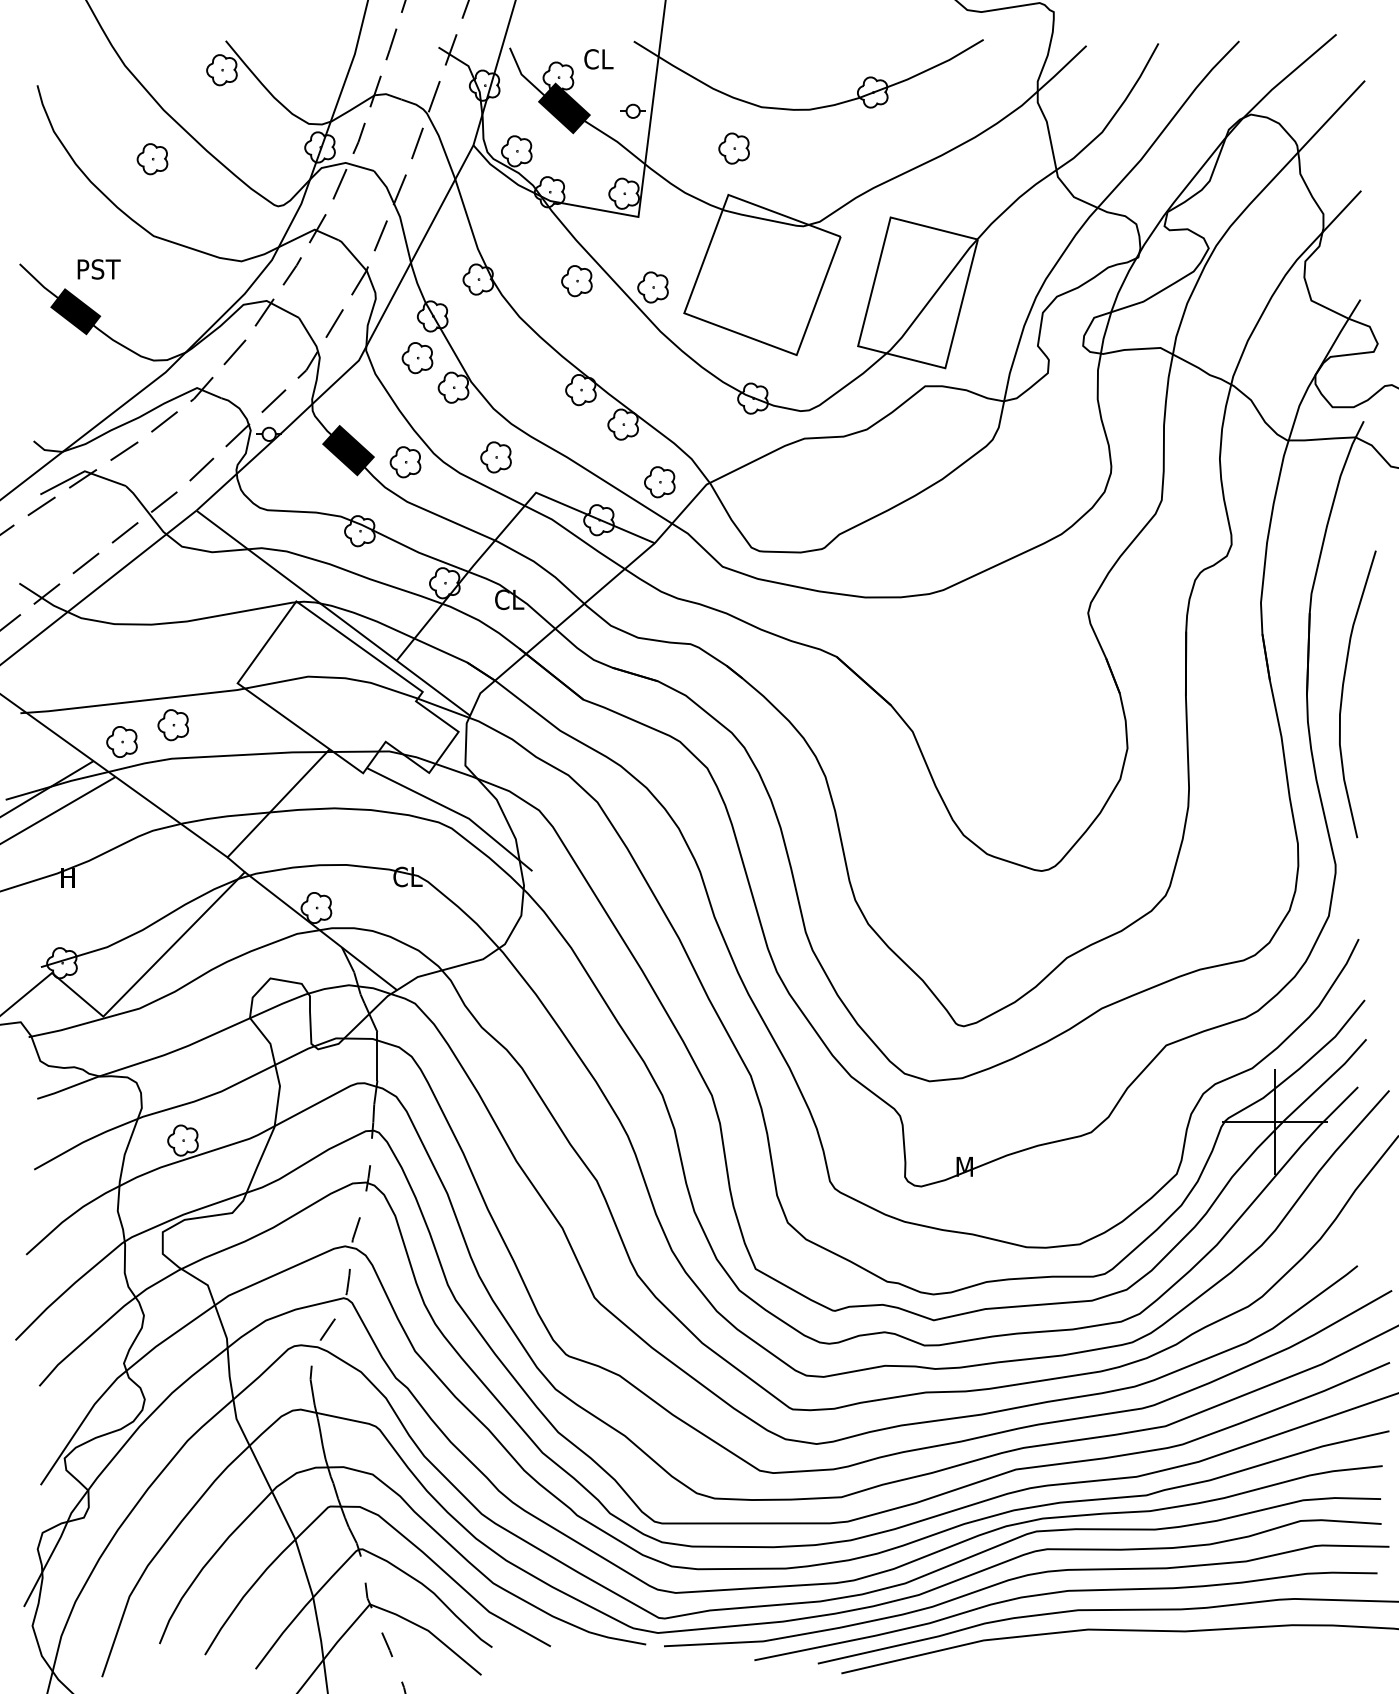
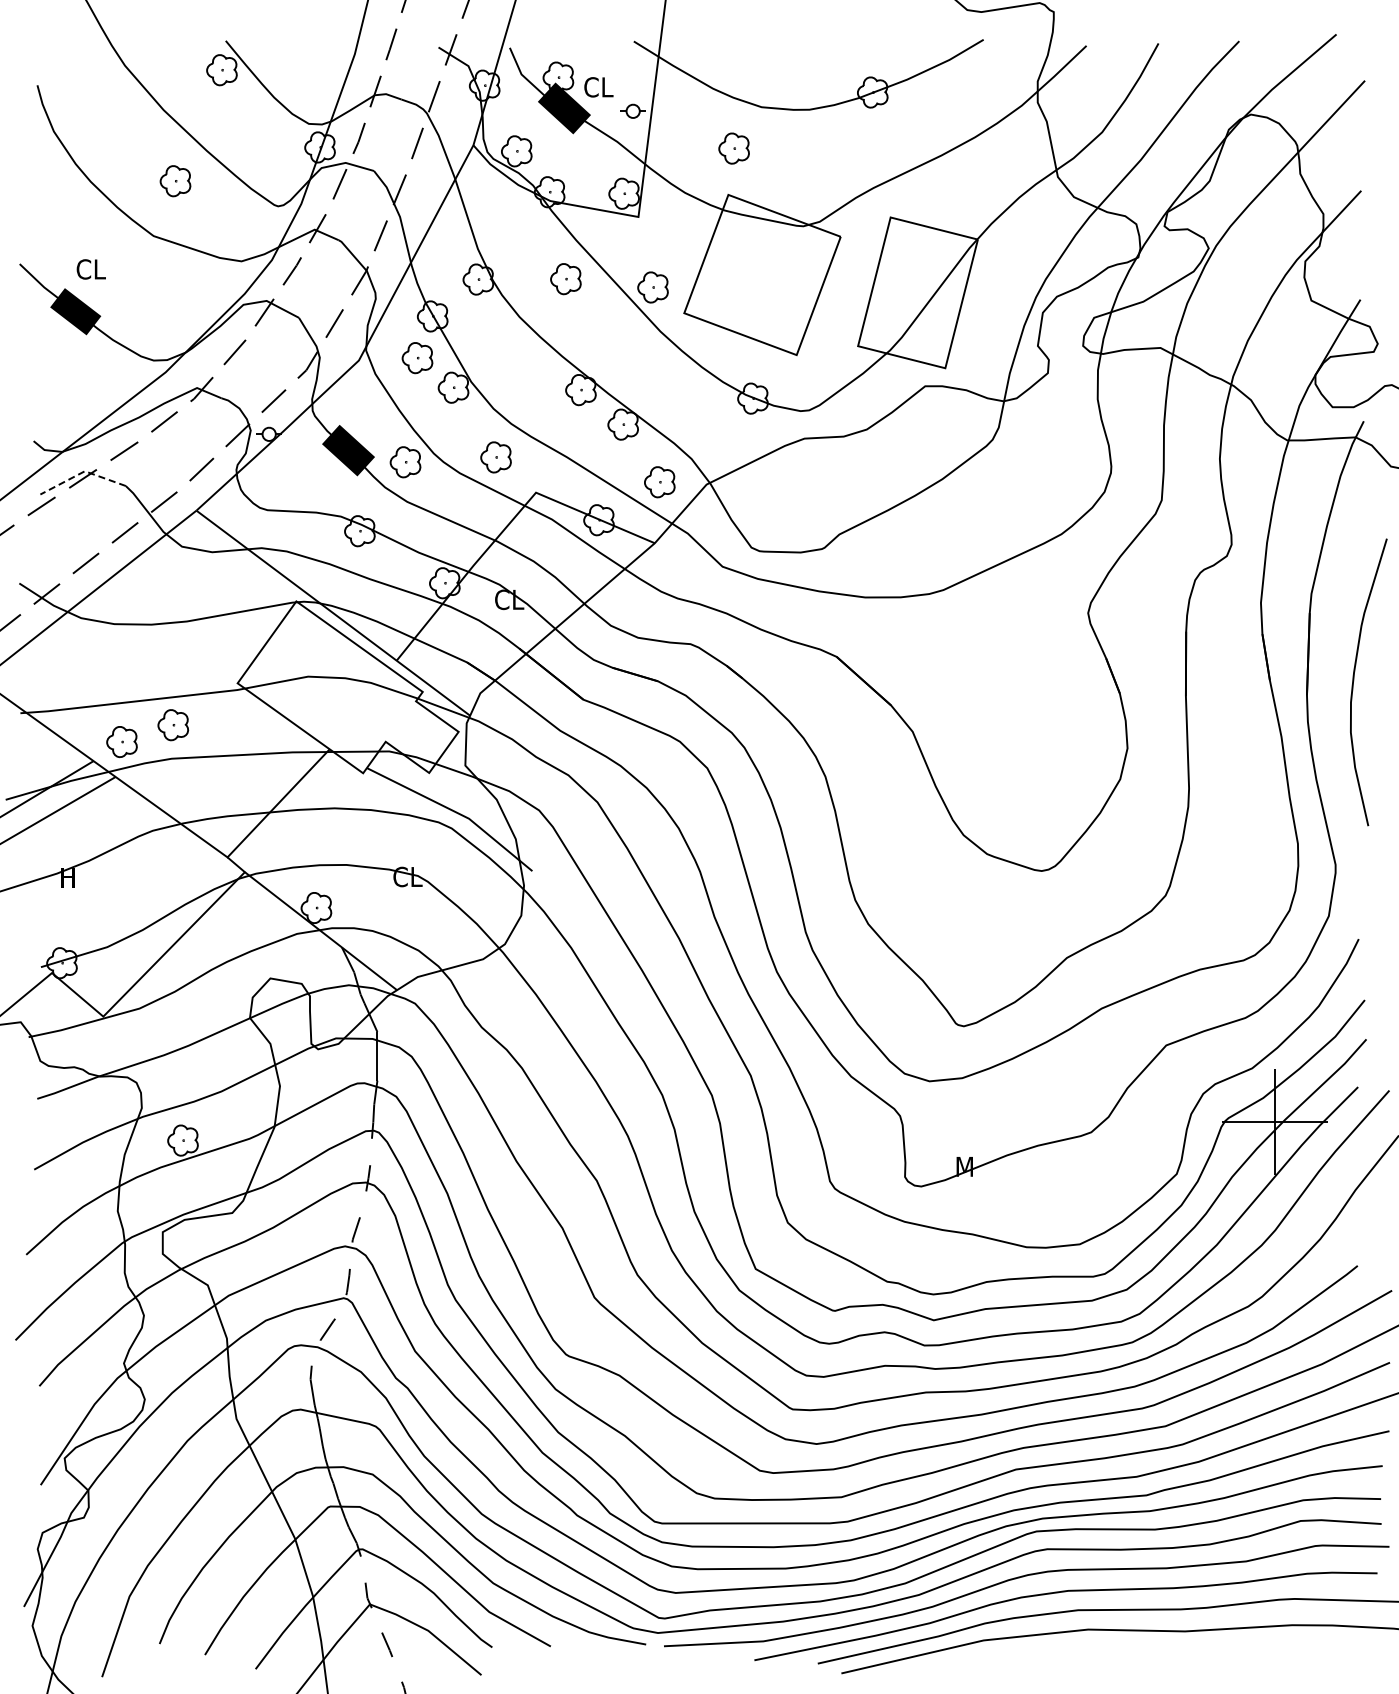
text at (598, 59) position: (598, 59) -> (598, 87)
part at (152, 159) position: (152, 159) -> (175, 181)
text at (98, 269): PST -> CL
part at (576, 281) position: (576, 281) -> (565, 279)
line at (82, 472): solid -> dashed
curve at (1343, 692) position: (1343, 692) -> (1354, 680)
